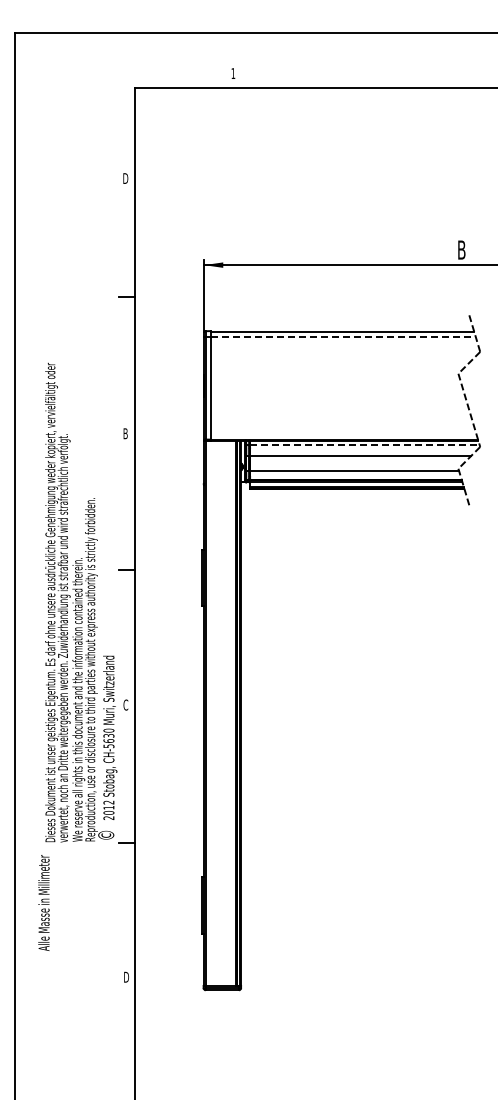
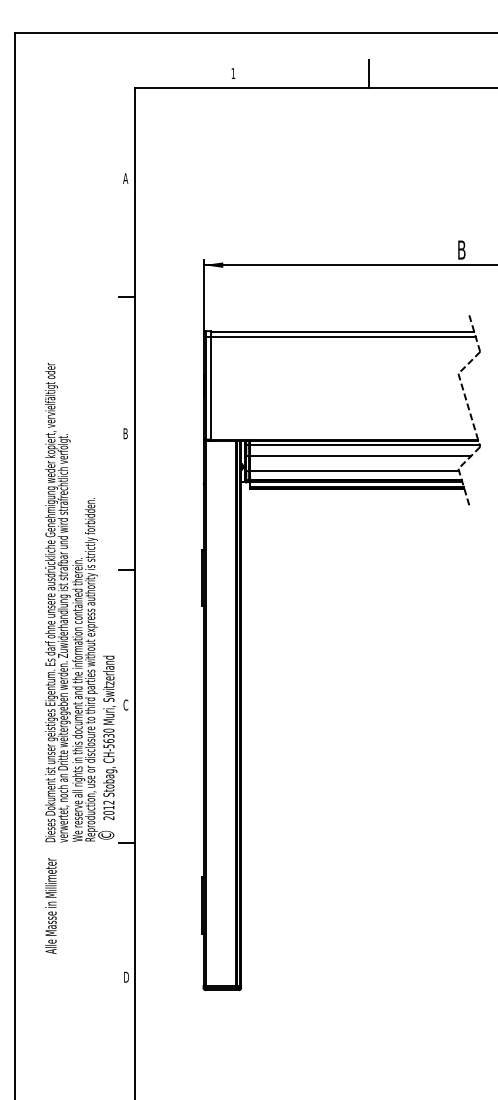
line at (369, 73): none -> present
text at (125, 178): D -> A
line at (343, 337): dashed -> solid
line at (364, 445): dashed -> solid
text at (43, 902) position: (43, 902) -> (50, 905)
